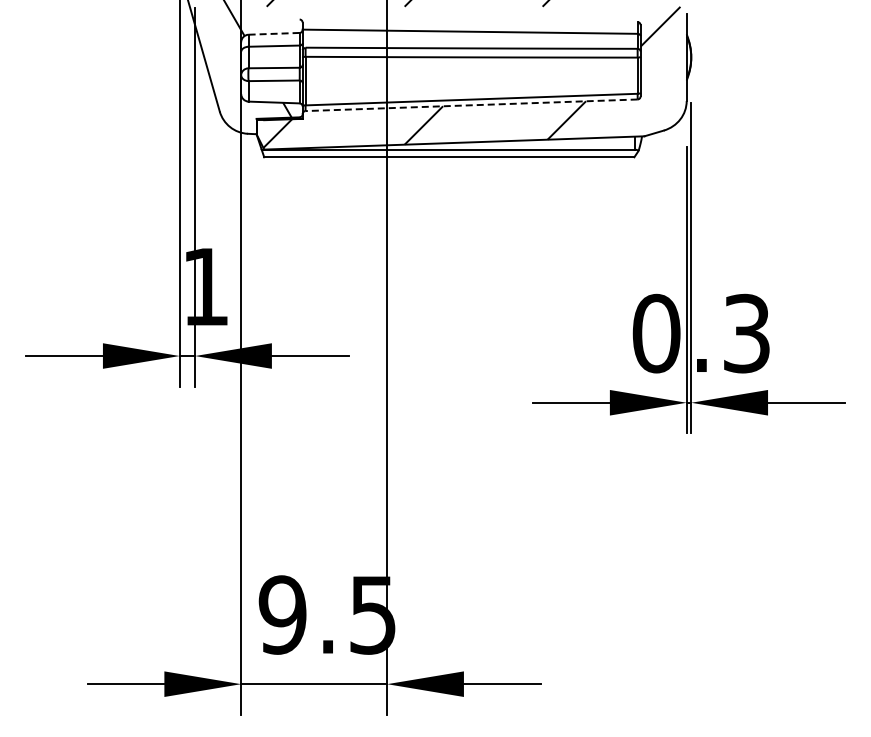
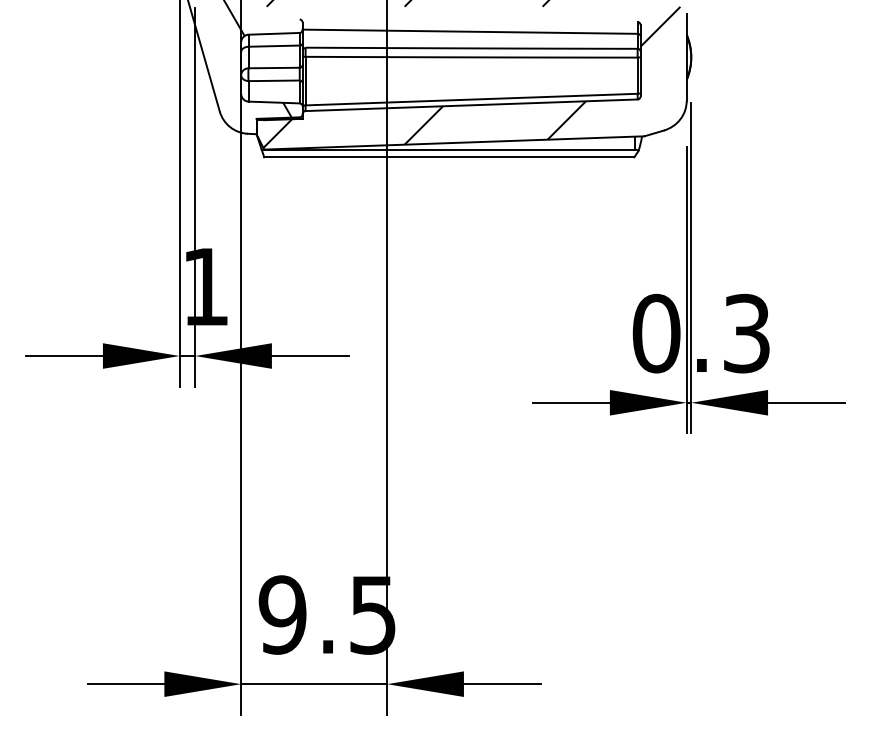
line at (274, 33): dashed -> solid
line at (471, 105): dashed -> solid
